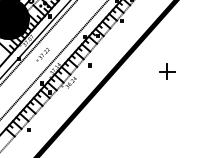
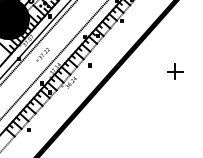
part at (167, 71) position: (167, 71) -> (175, 71)
